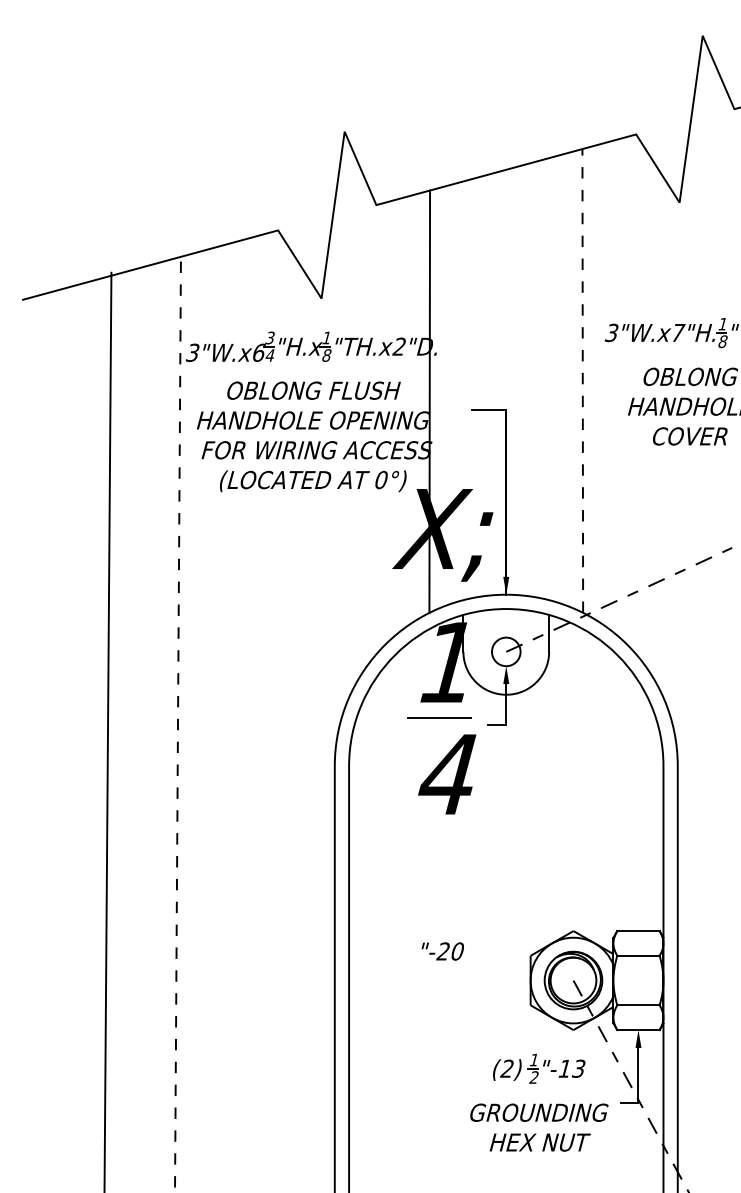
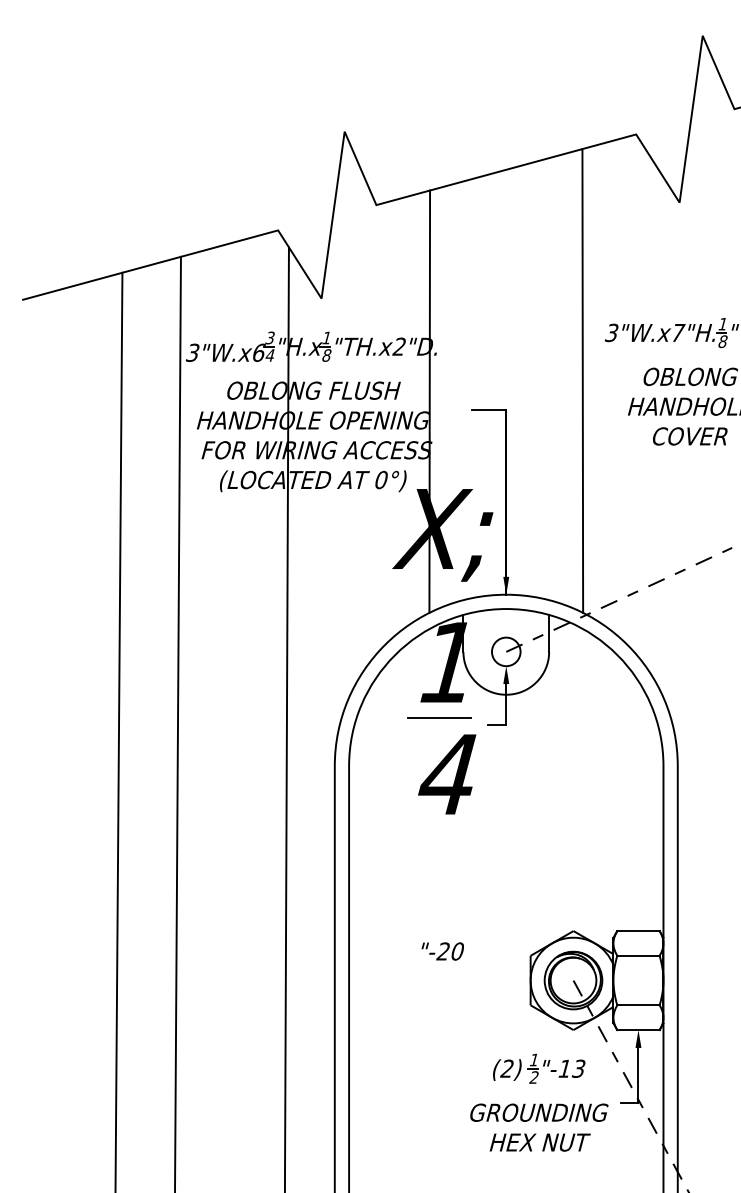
line at (582, 381): dashed -> solid
line at (286, 718): none -> present
line at (177, 724): dashed -> solid
line at (107, 730) position: (107, 730) -> (118, 730)
